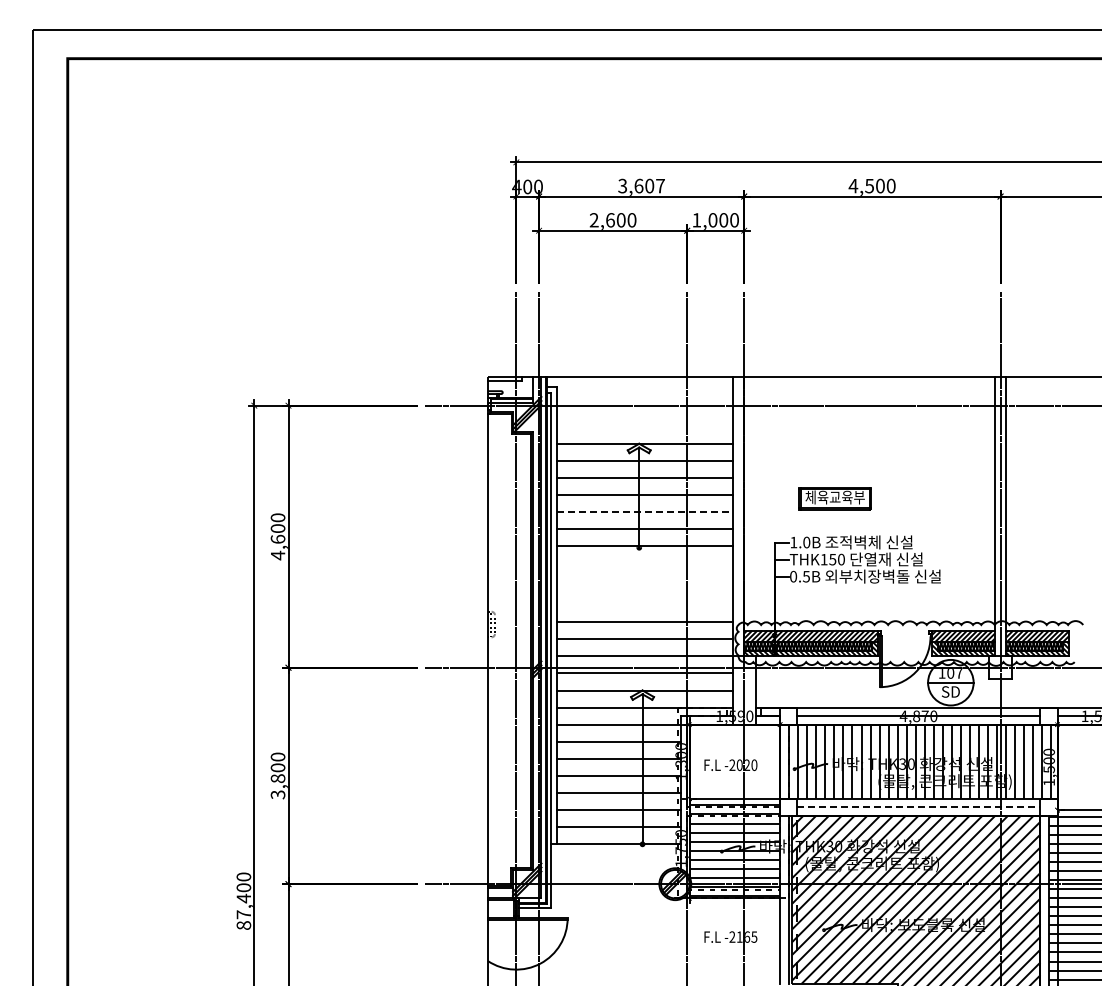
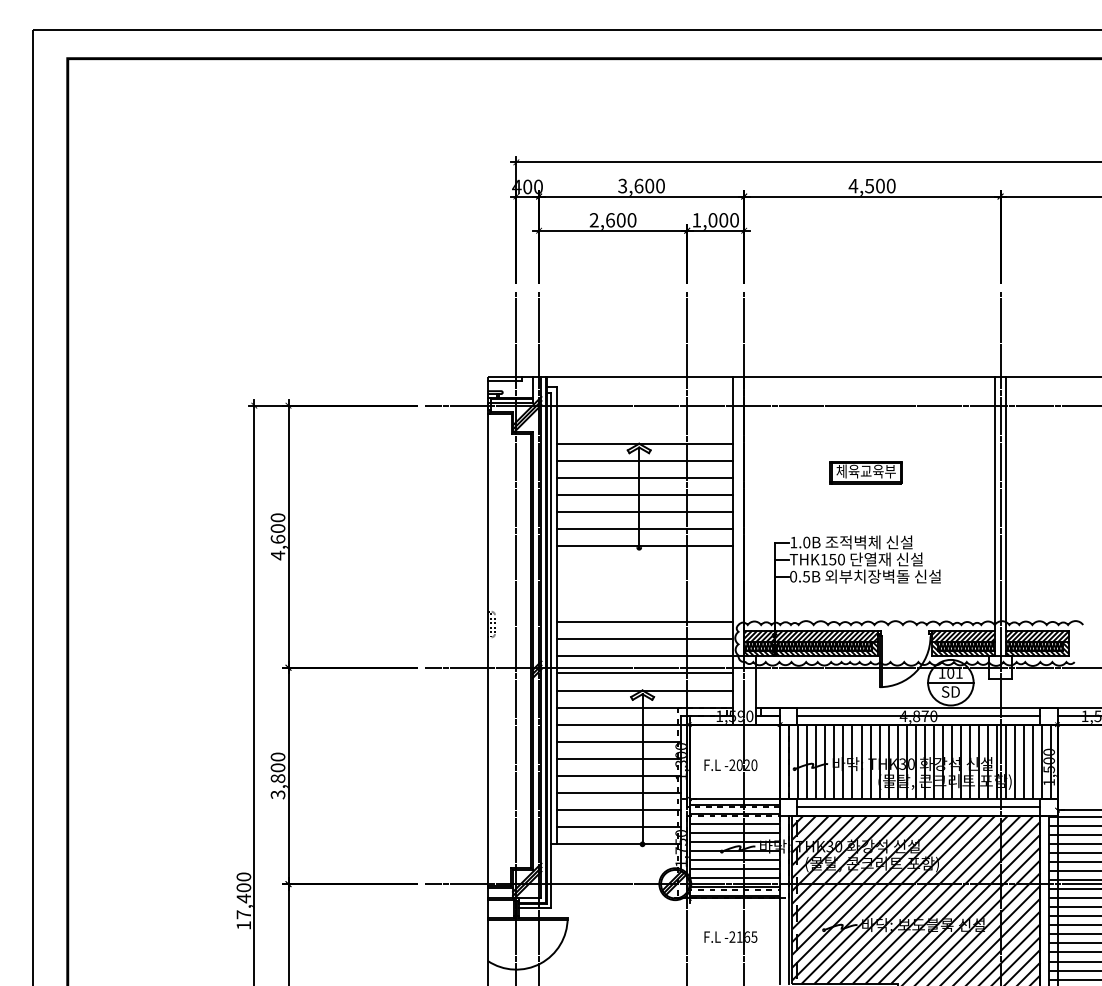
text at (660, 185): 3,607 -> 3,600
part at (834, 498) position: (834, 498) -> (865, 472)
line at (645, 512): dashed -> solid
text at (959, 672): 107 -> 101
line at (918, 807): dashed -> solid
text at (243, 925): 87,400 -> 17,400
